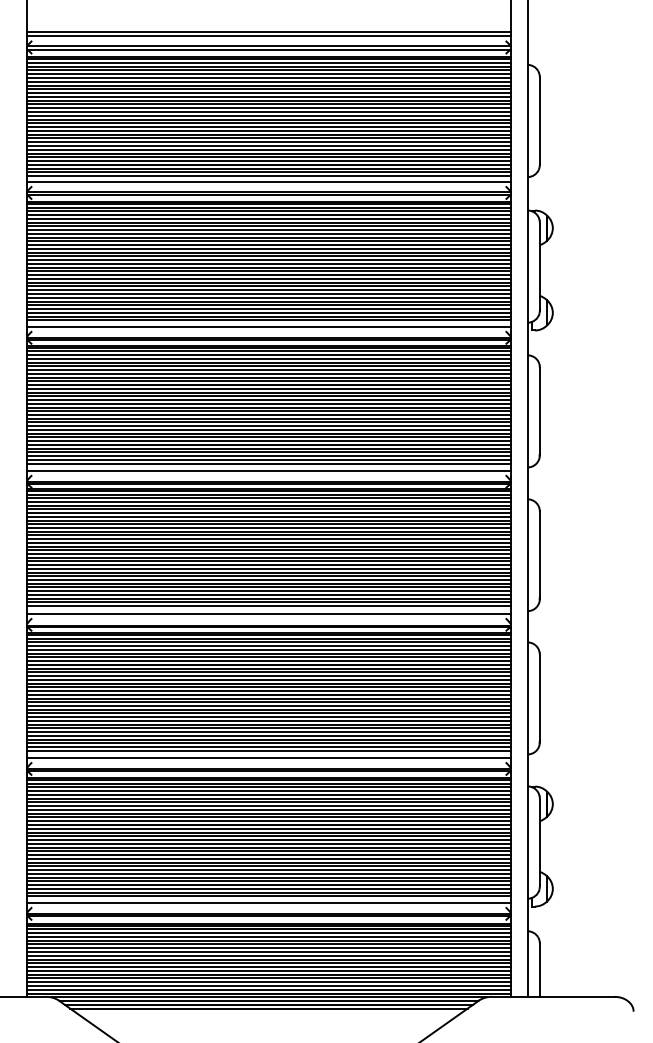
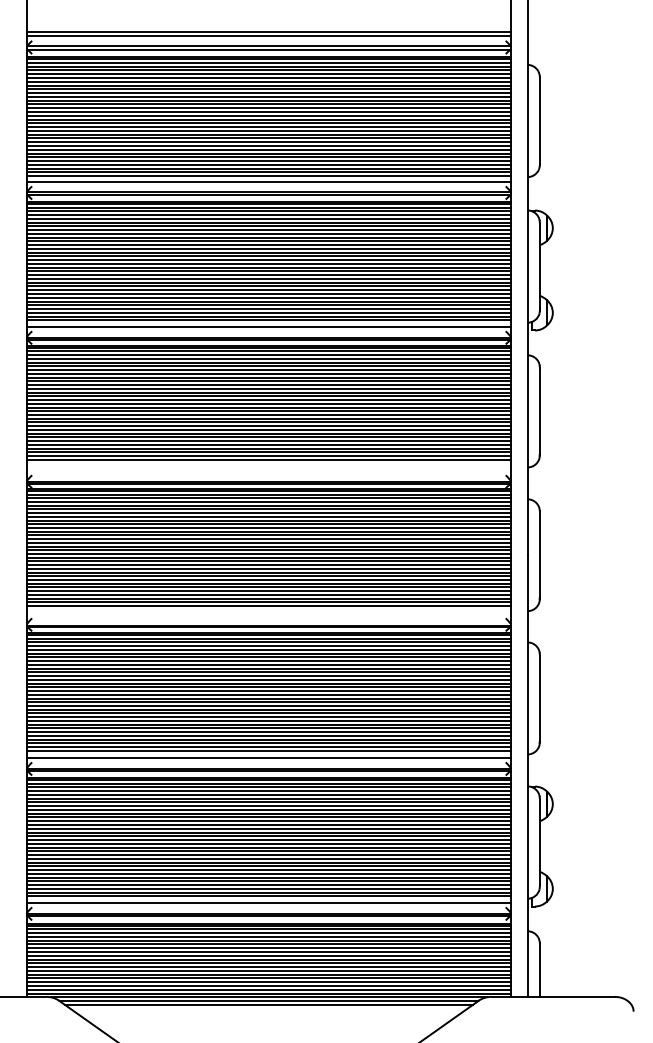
line at (268, 463): present -> none
line at (268, 470): present -> none
line at (268, 613): present -> none
line at (268, 1008): present -> none
